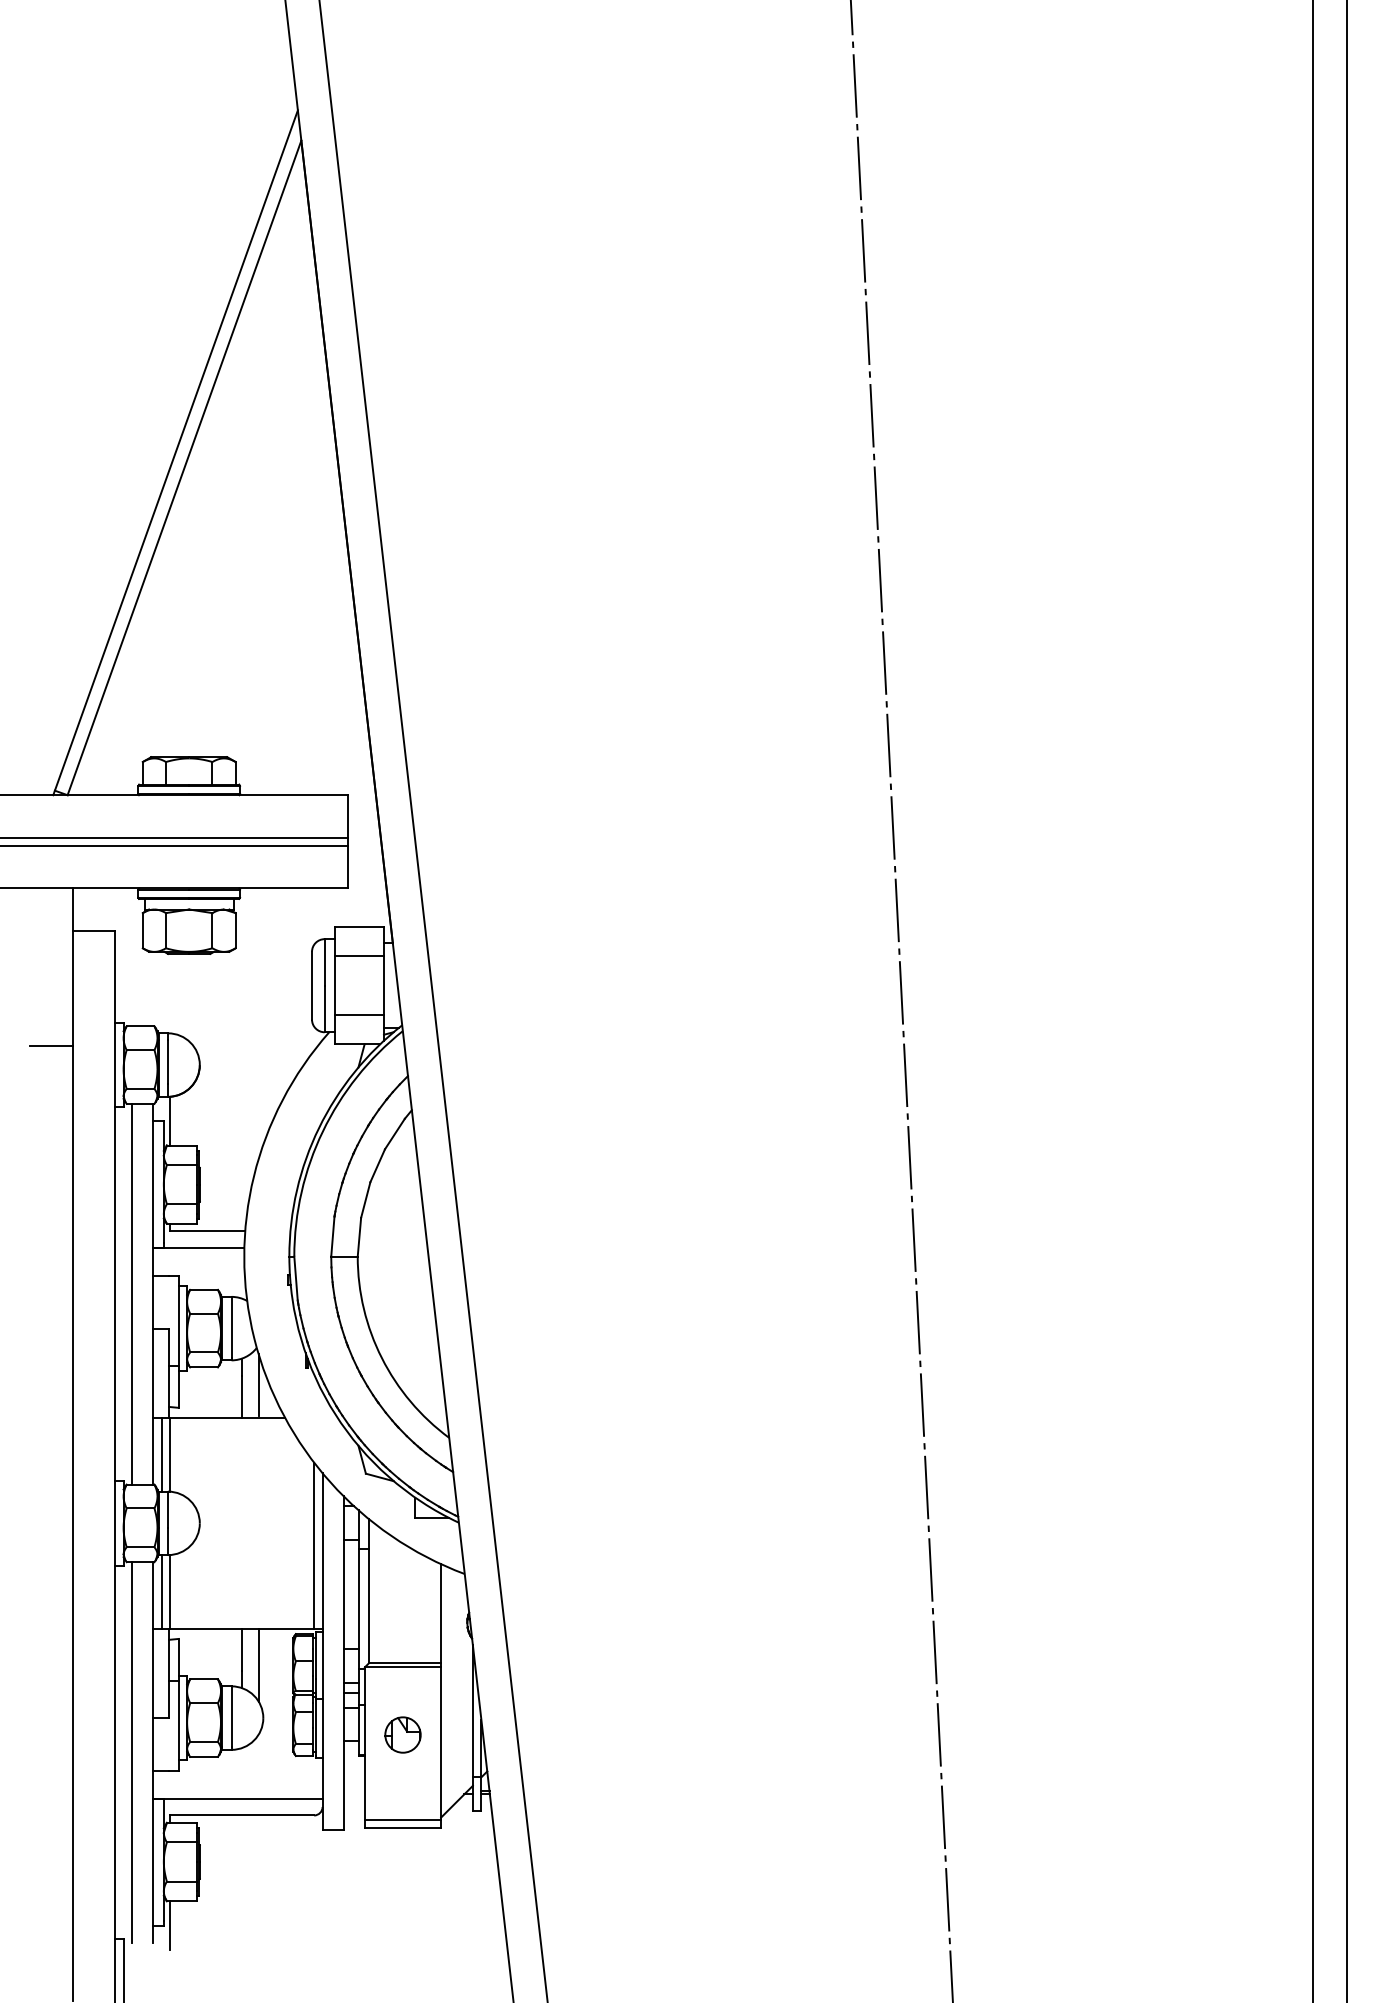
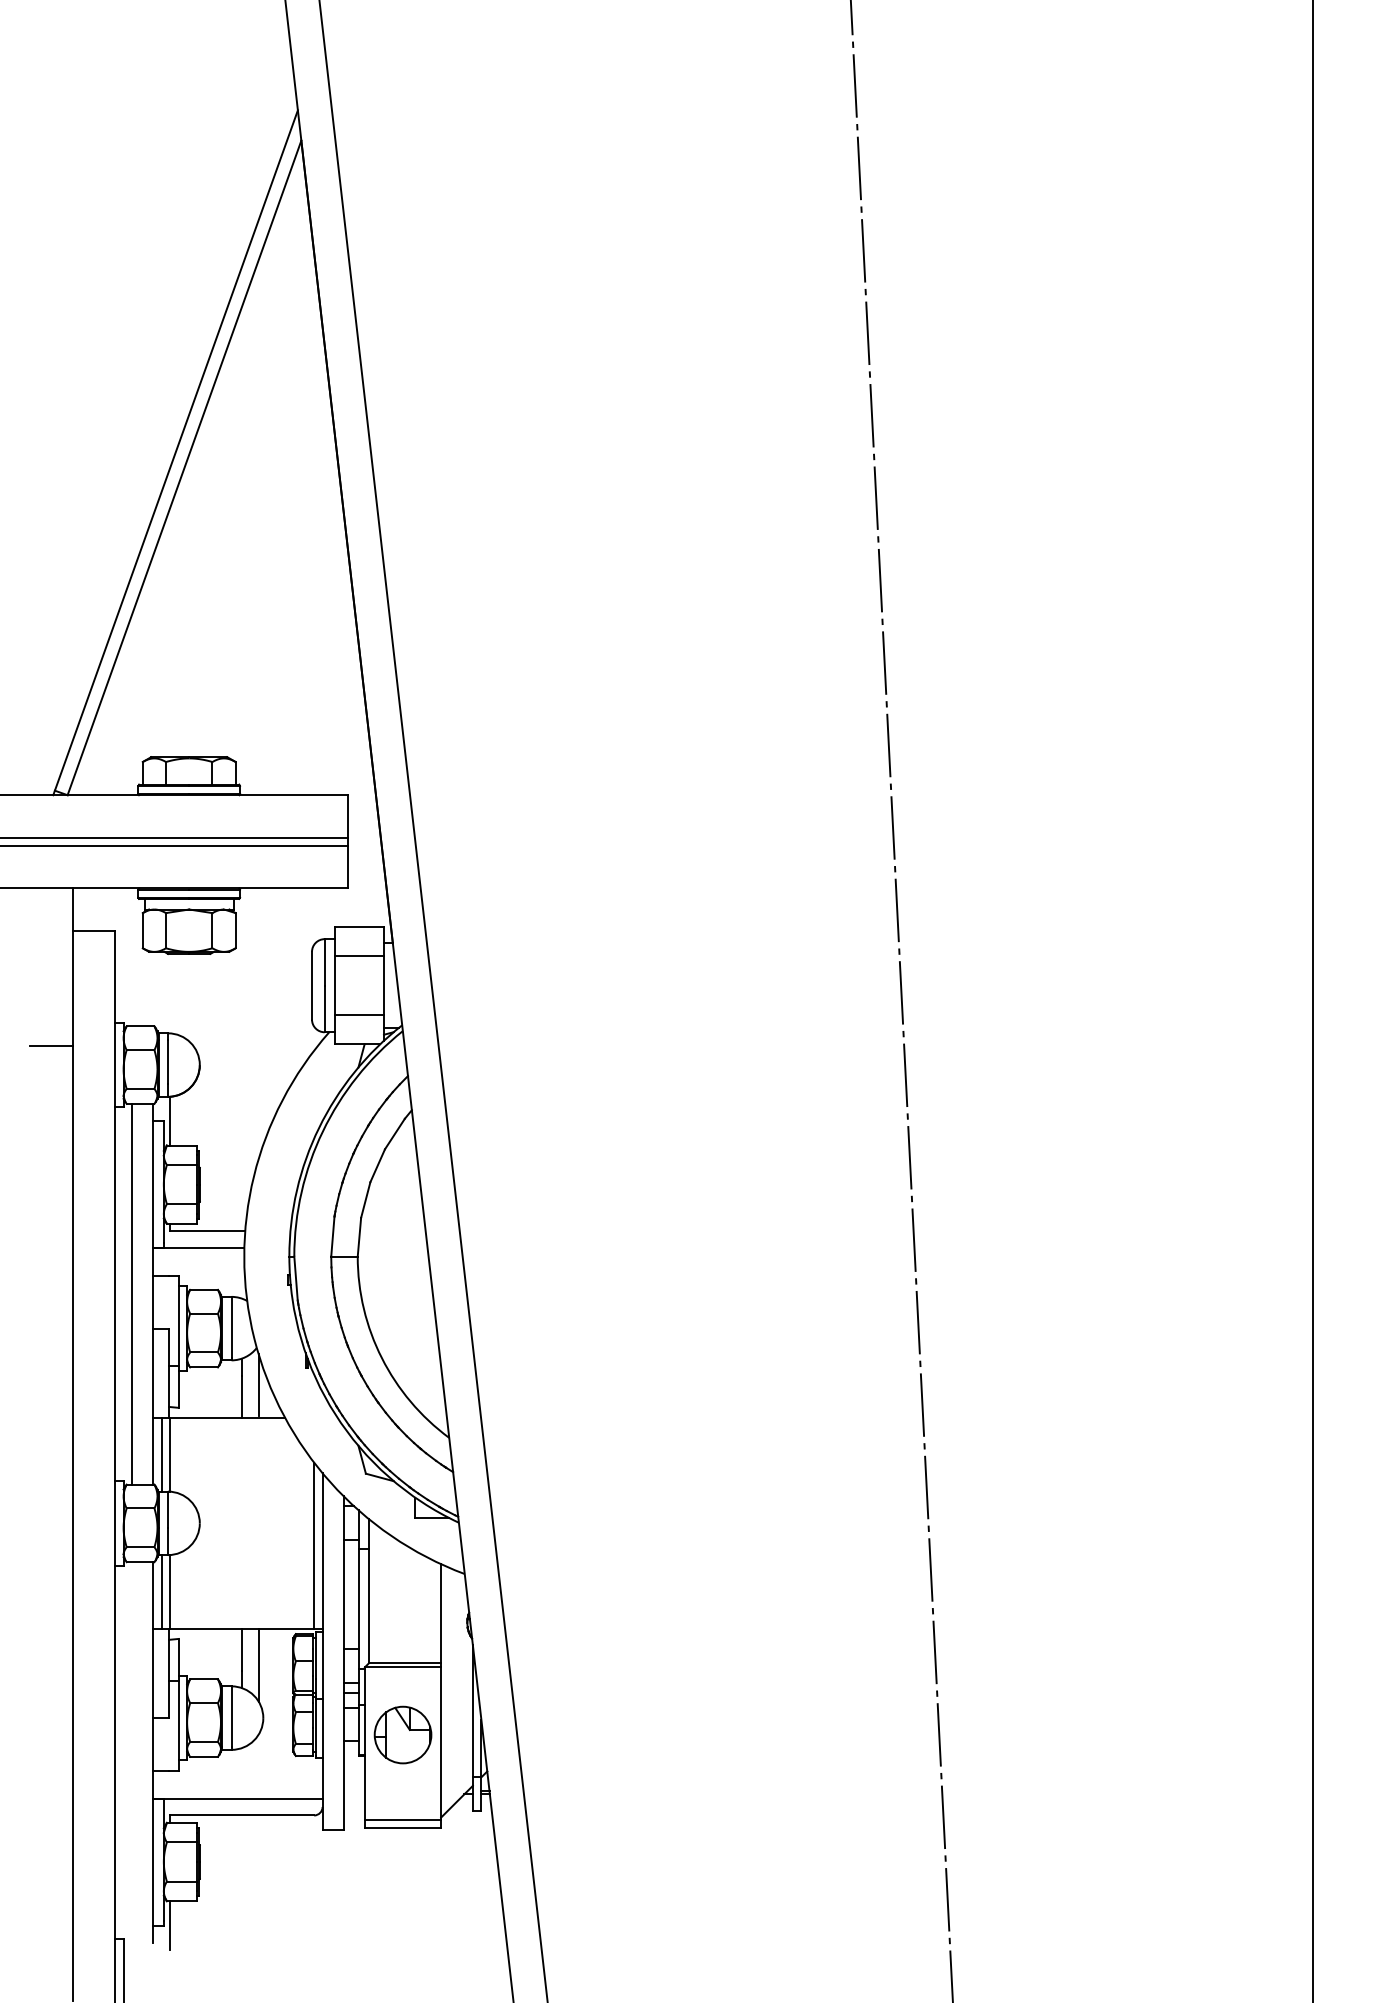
line at (1347, 1000): present -> none
part at (402, 1734) size: 38x38 px -> 60x60 px
line at (132, 1752): present -> none
